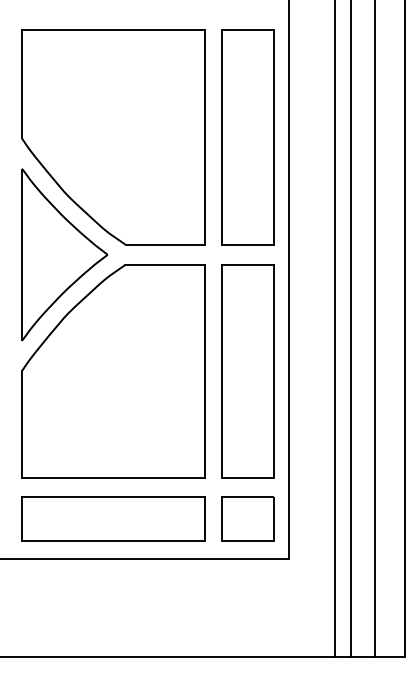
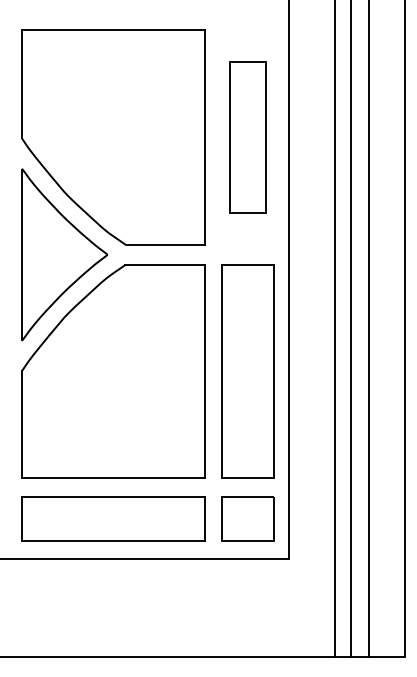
part at (247, 137) size: 54x217 px -> 38x153 px
line at (375, 329) position: (375, 329) -> (369, 329)
